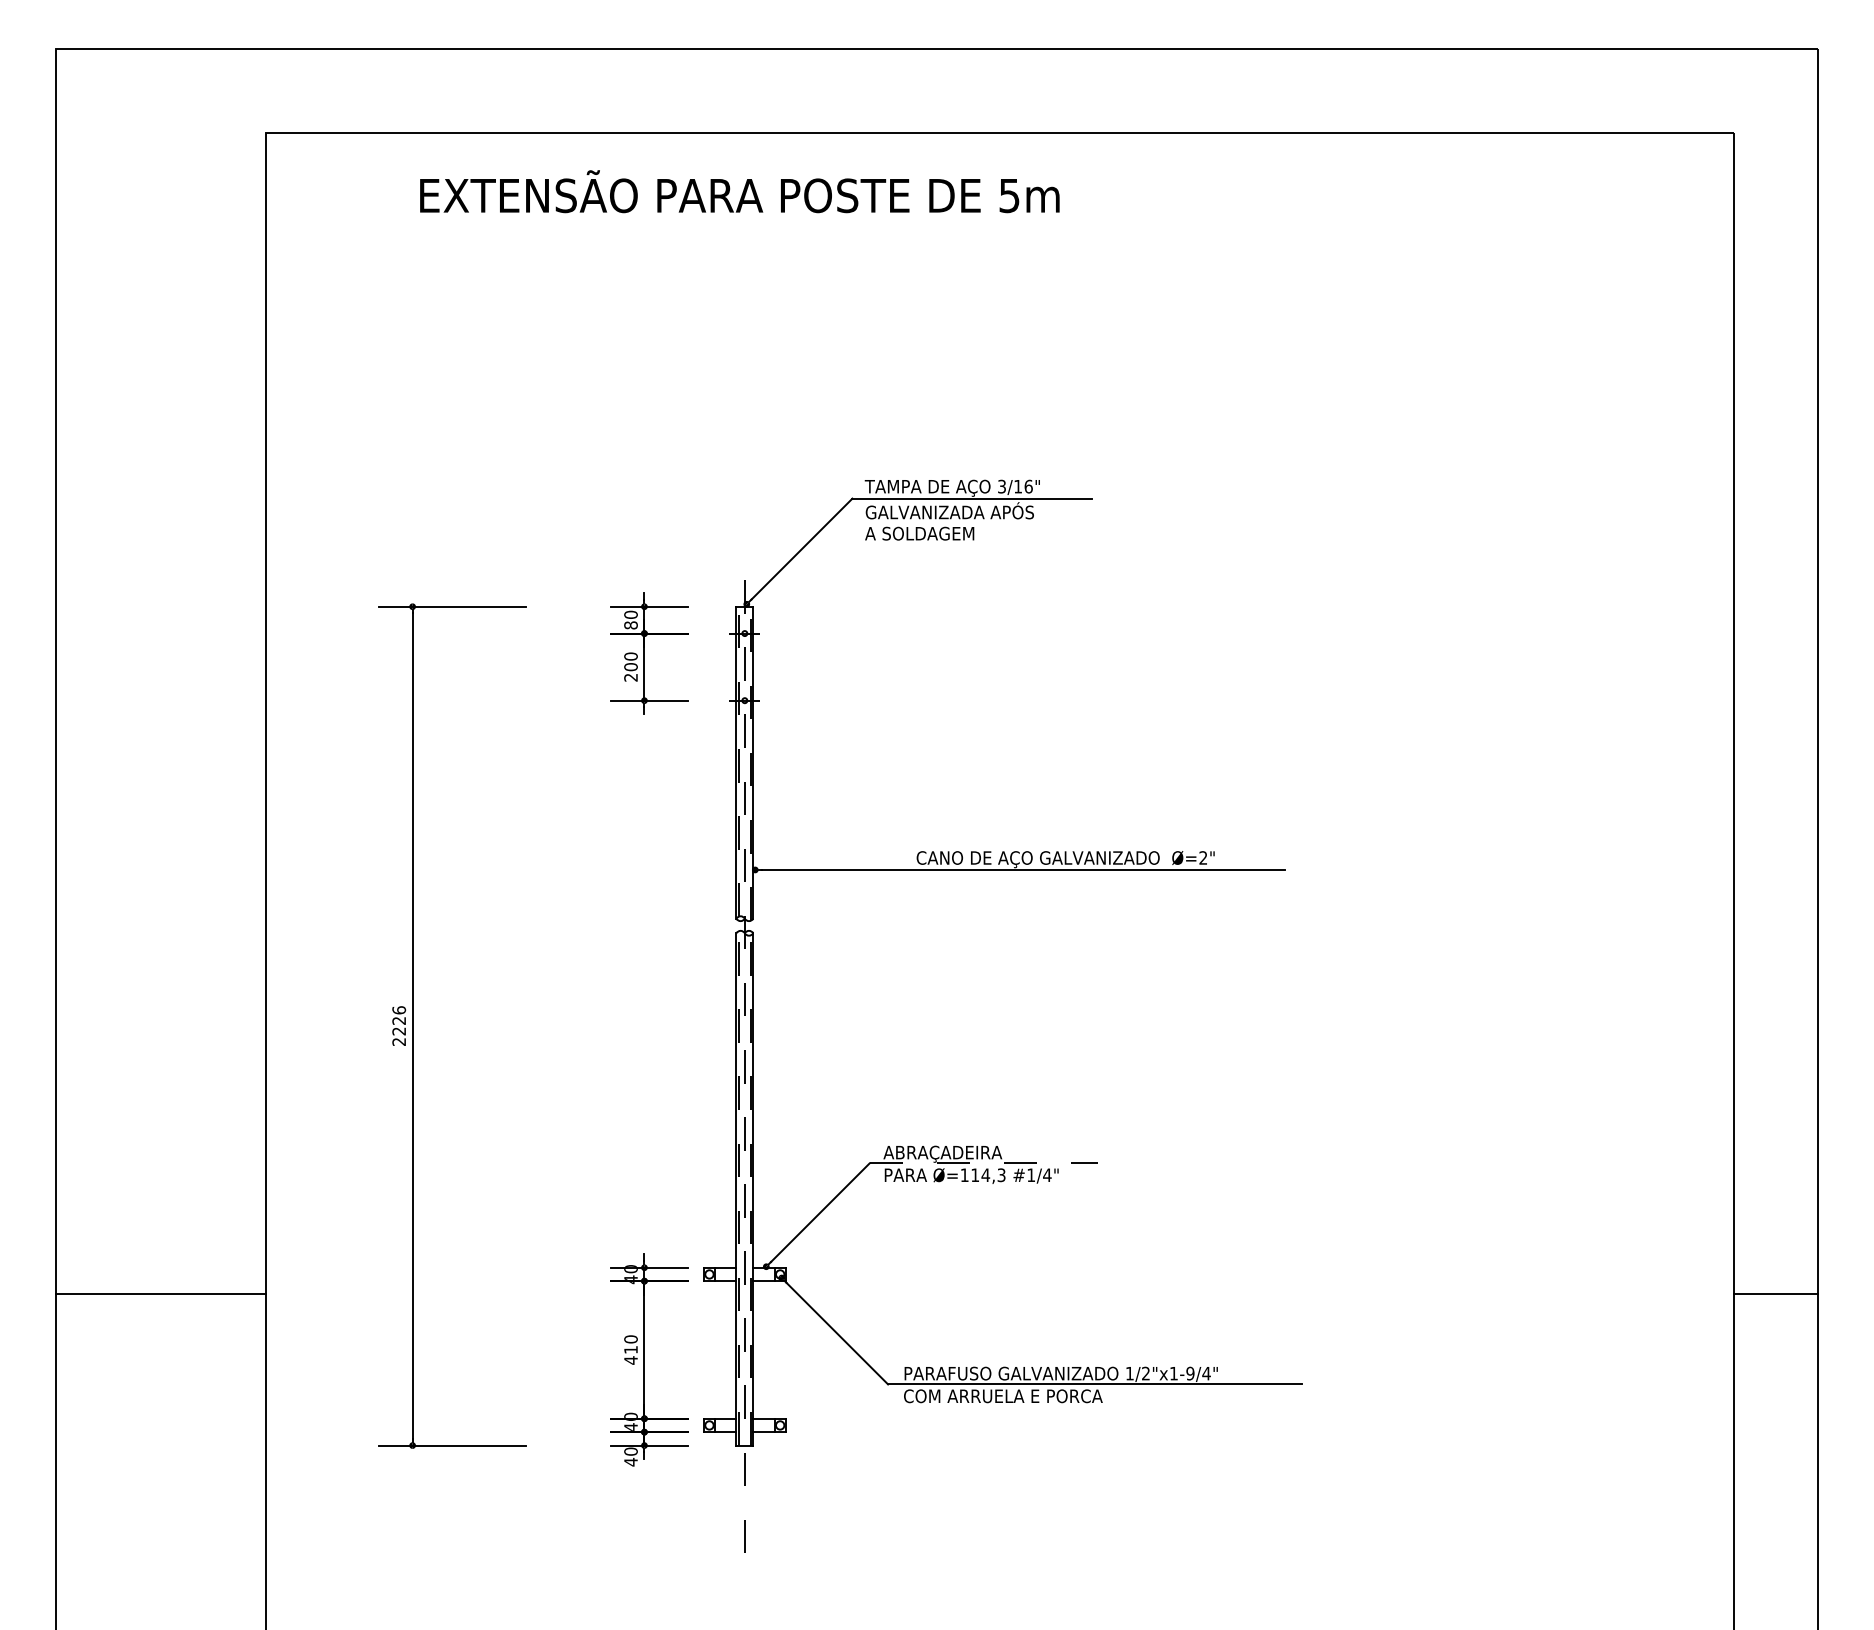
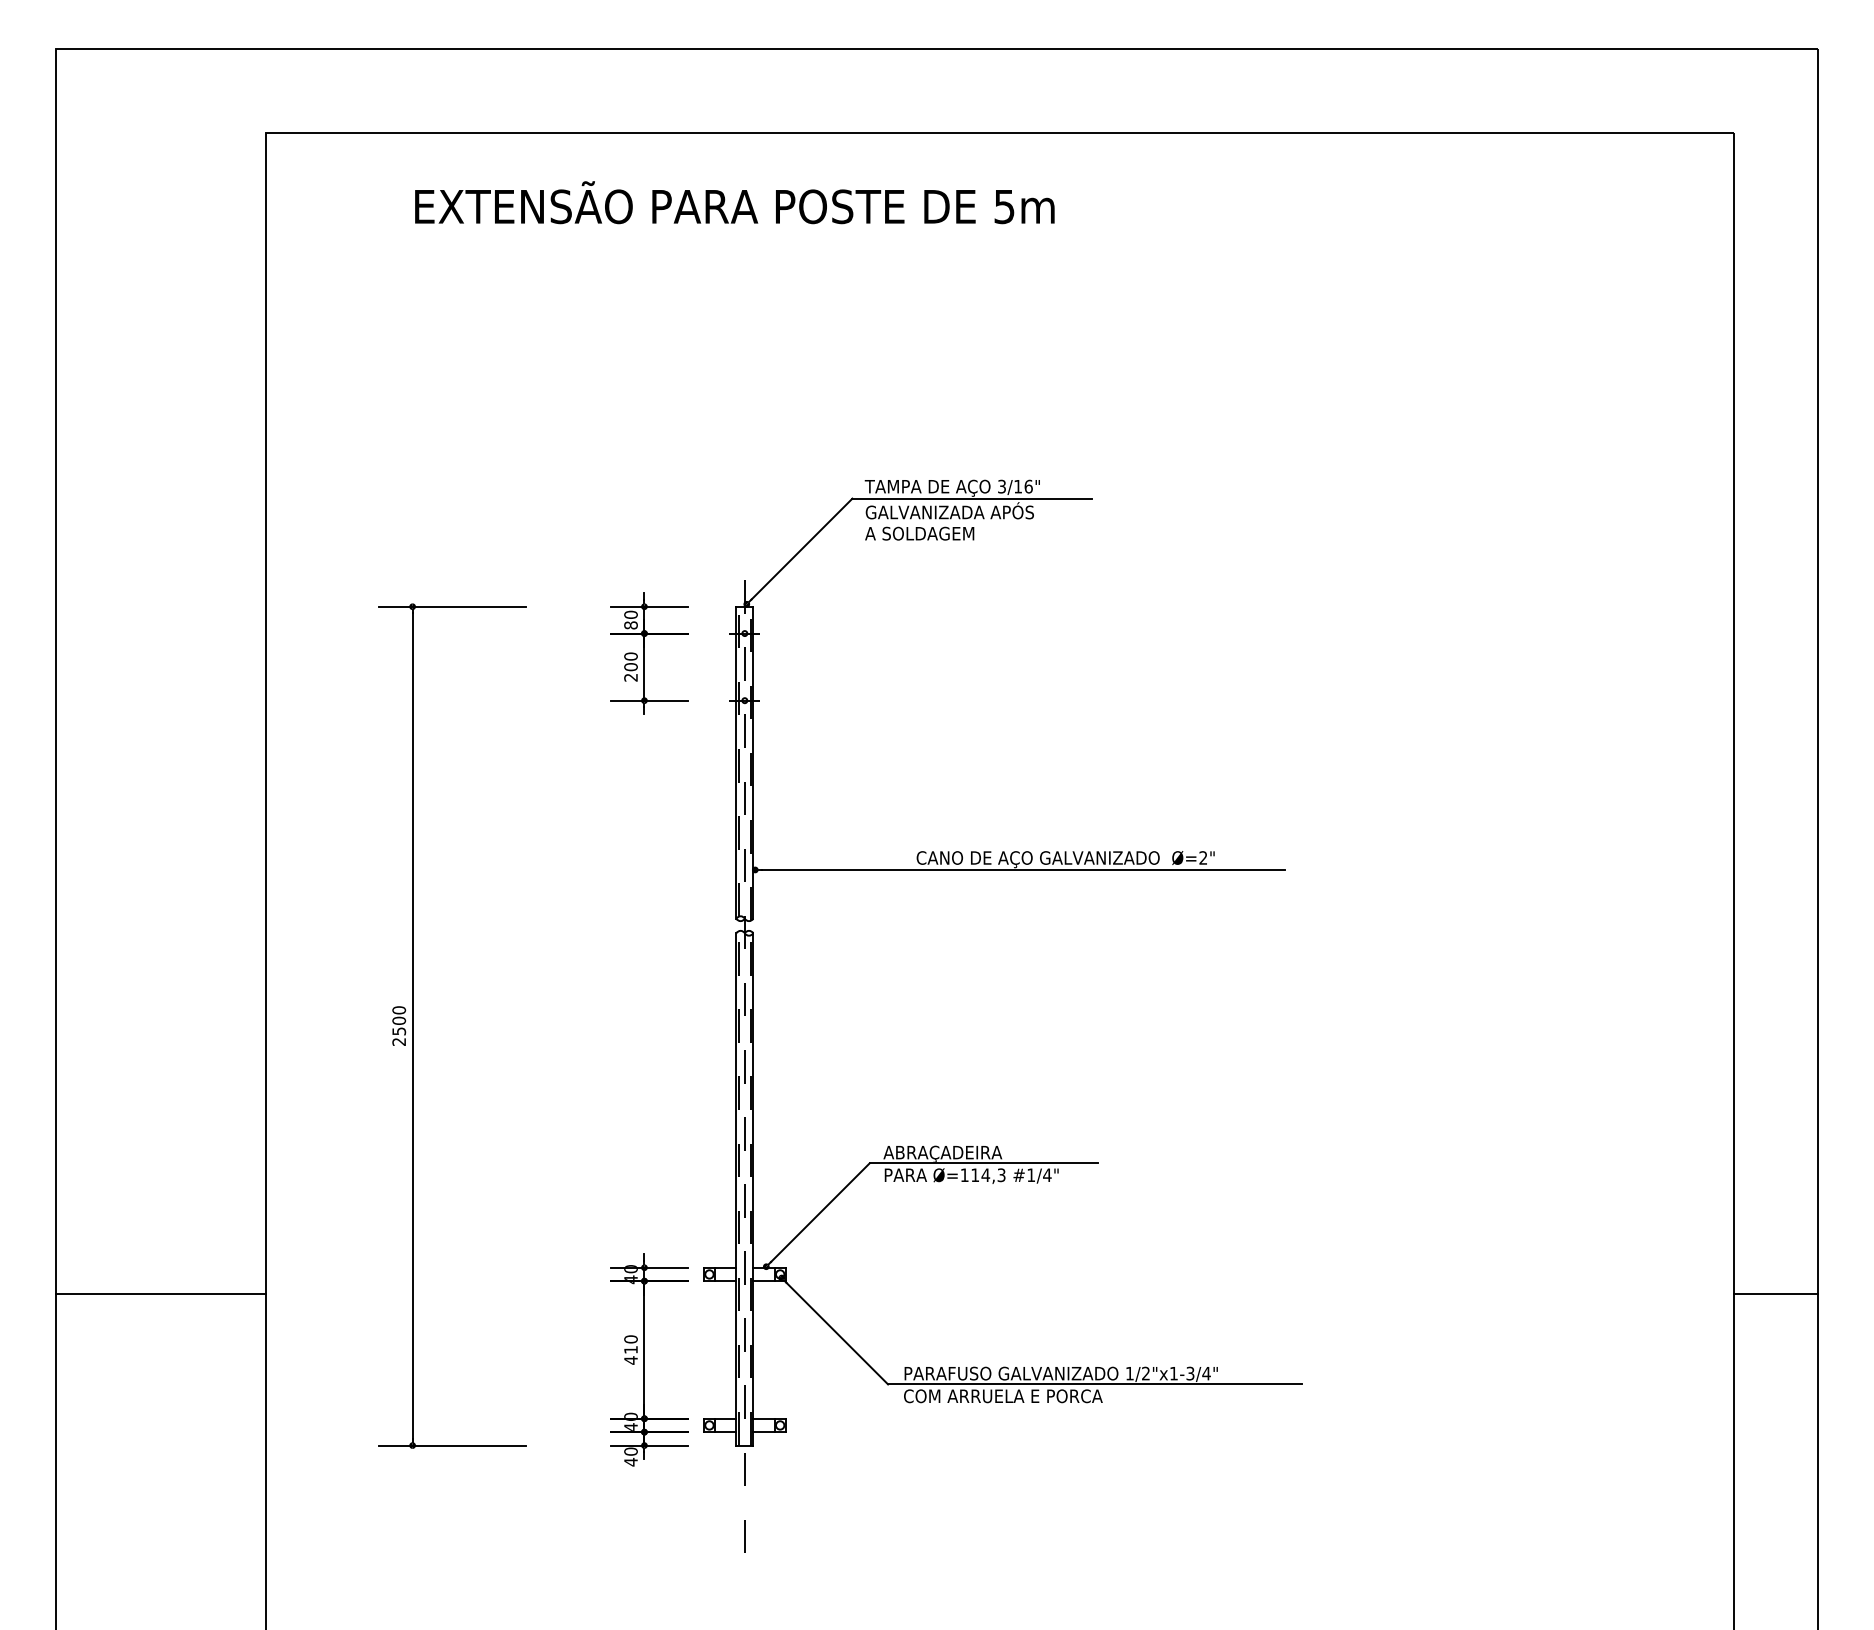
text at (739, 191) position: (739, 191) -> (734, 202)
text at (399, 1020): 2226 -> 2500
line at (984, 1163): dashed -> solid
text at (1190, 1373): 1/2"x1-9/4" -> 1/2"x1-3/4"
